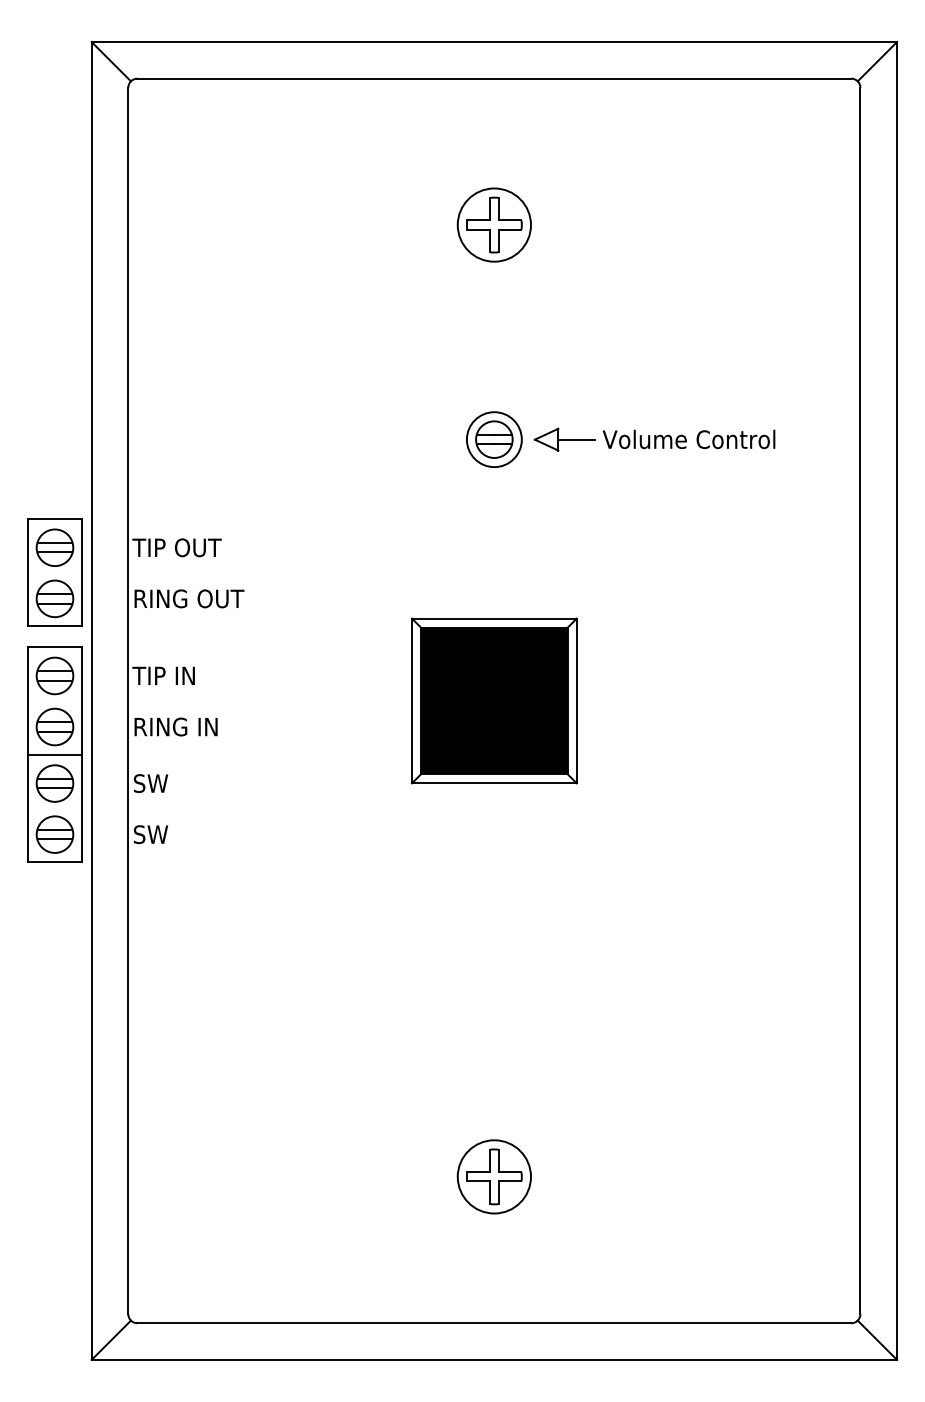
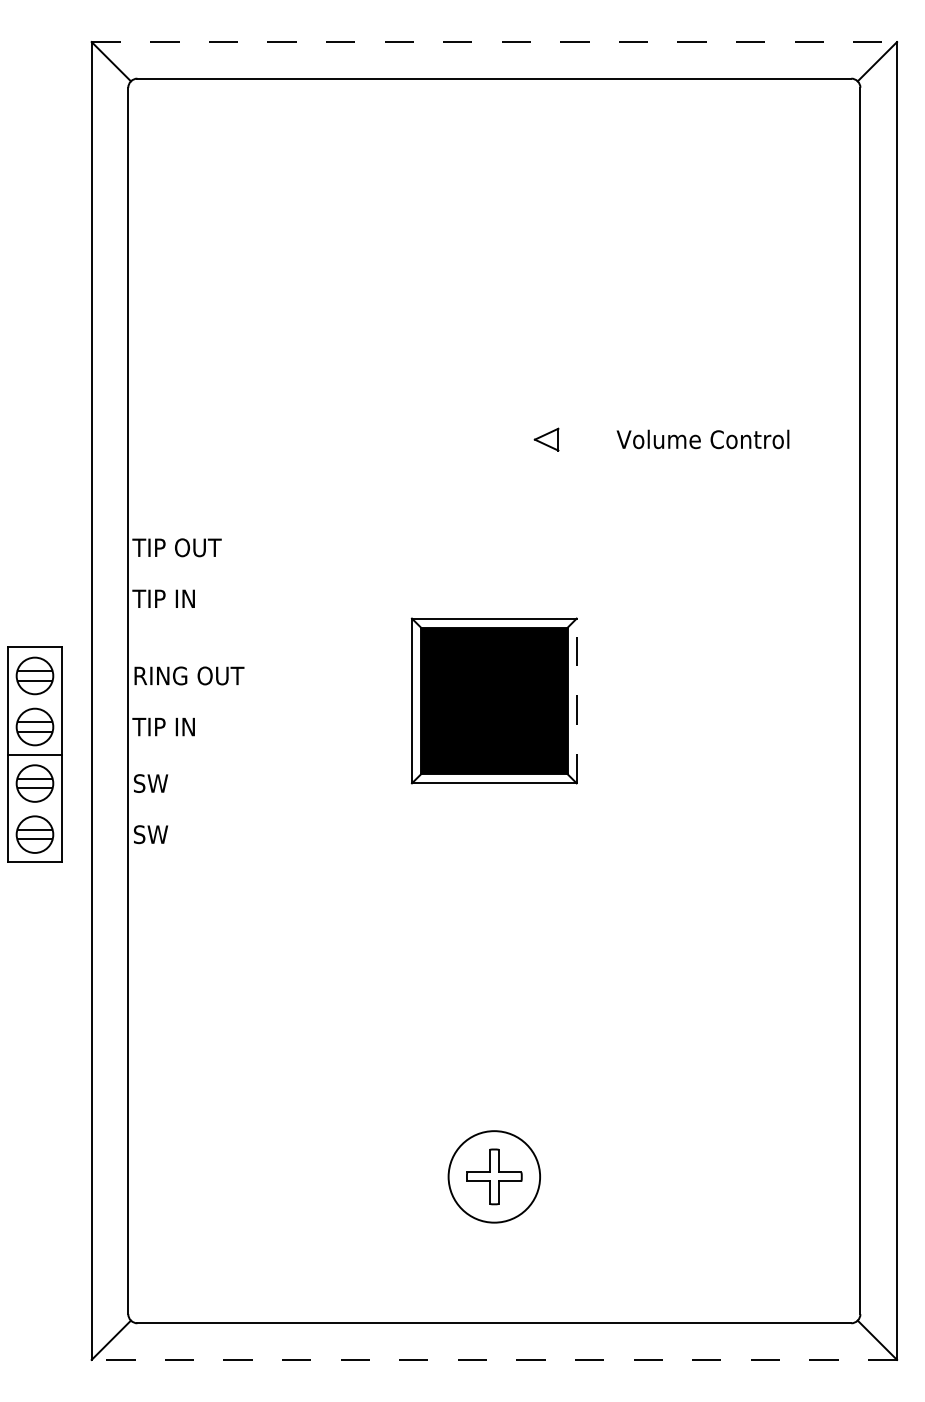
line at (494, 42): solid -> dashed
part at (493, 224): present -> none
part at (494, 439): present -> none
line at (576, 439): present -> none
text at (688, 439) position: (688, 439) -> (702, 439)
part at (54, 572): present -> none
text at (188, 598): RING OUT -> TIP IN
text at (188, 675): TIP IN -> RING OUT
line at (576, 700): solid -> dashed
text at (174, 726): RING IN -> TIP IN
part at (54, 754) position: (54, 754) -> (34, 754)
circle at (493, 1176) diameter: 73 px -> 92 px
line at (494, 1359): solid -> dashed
